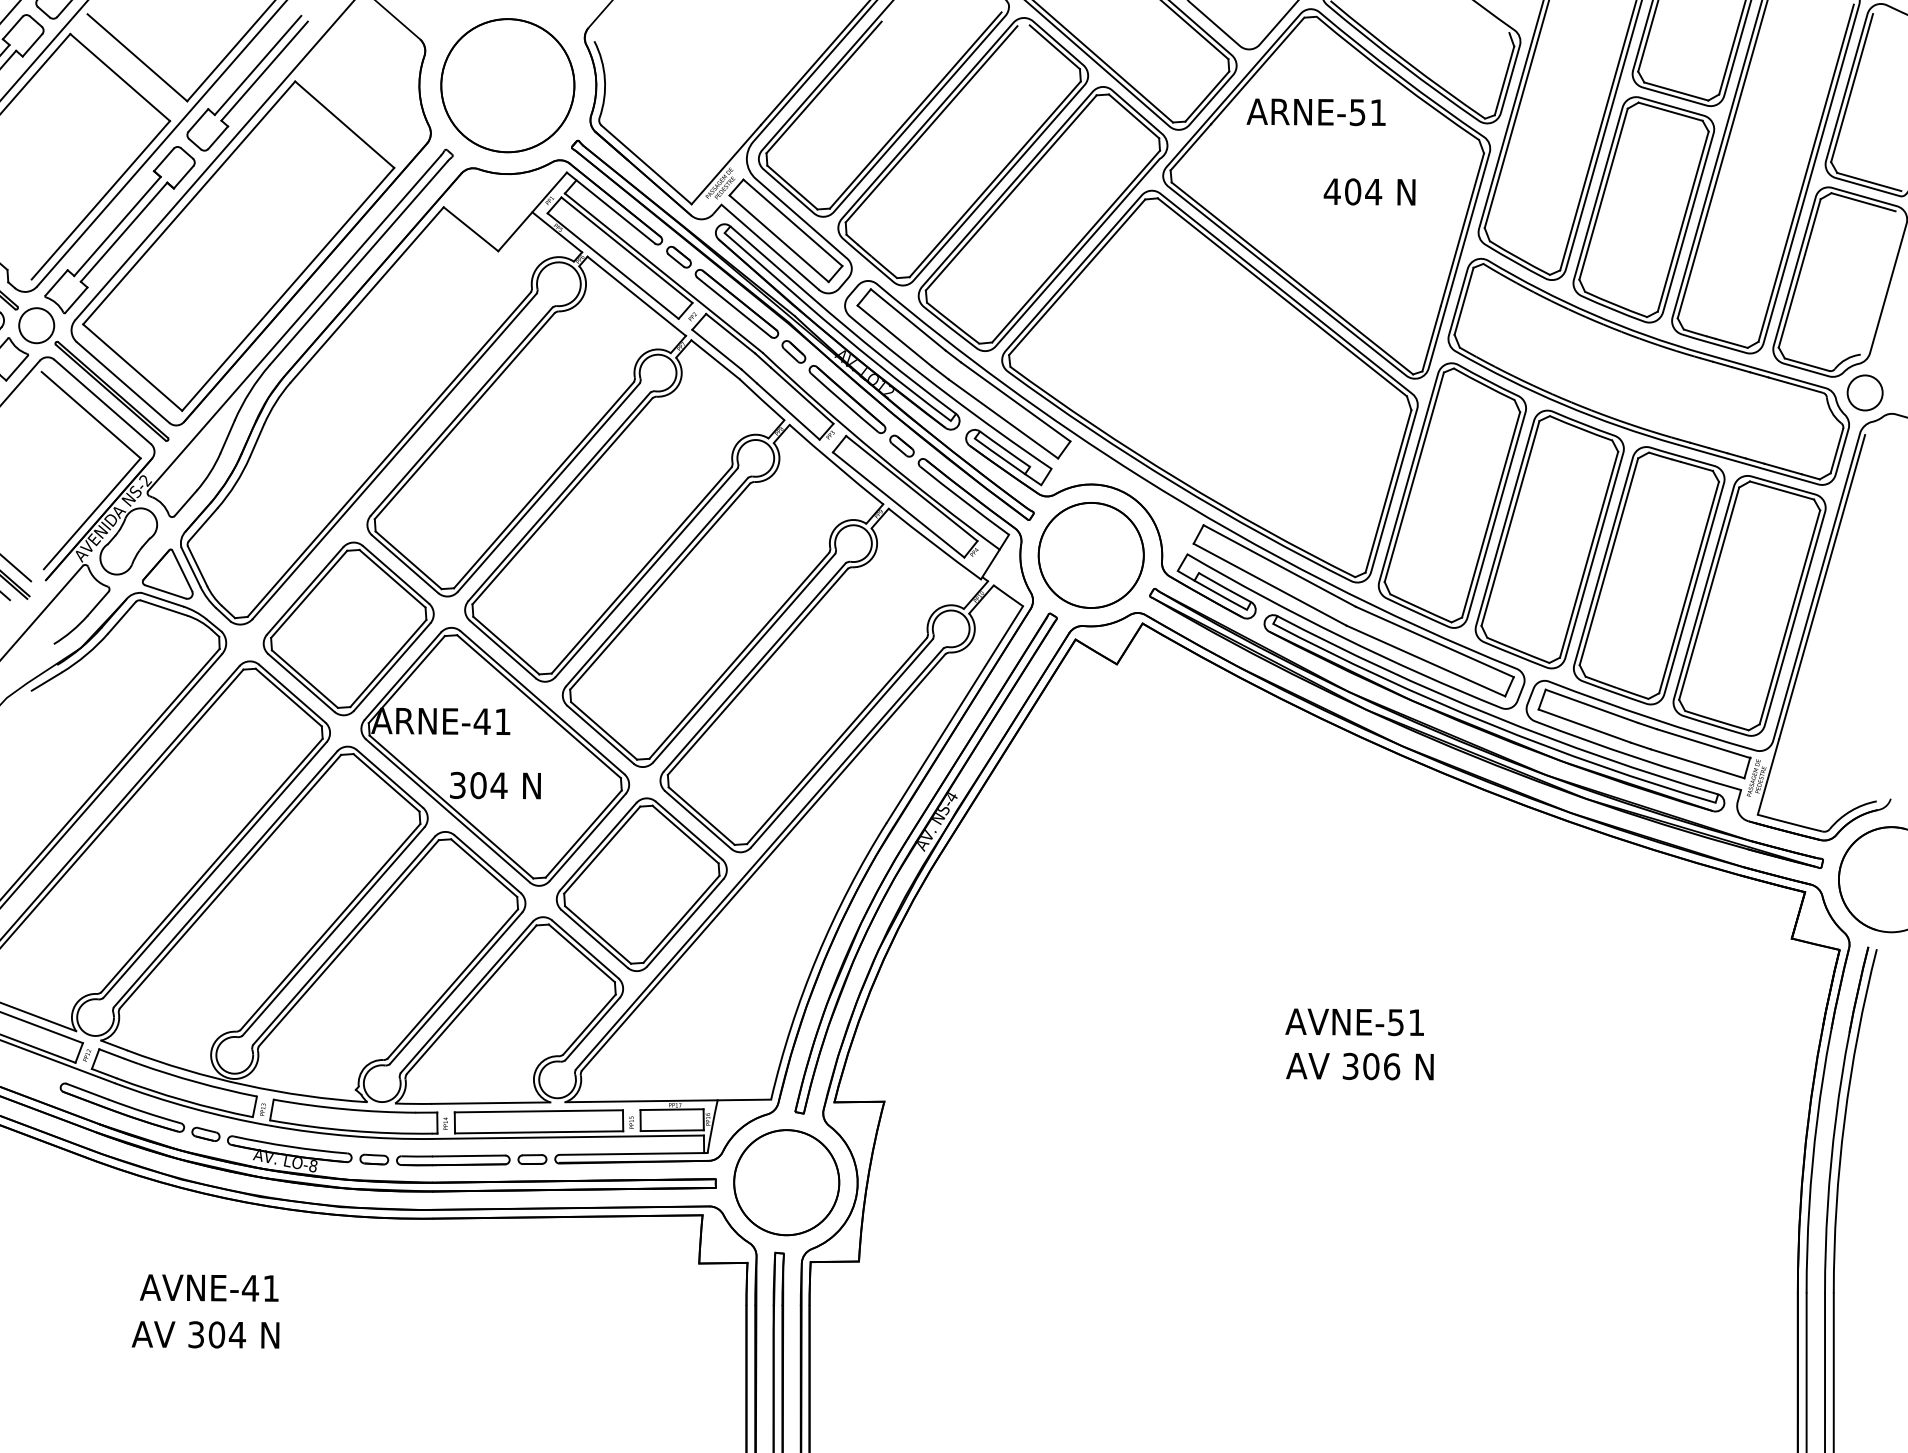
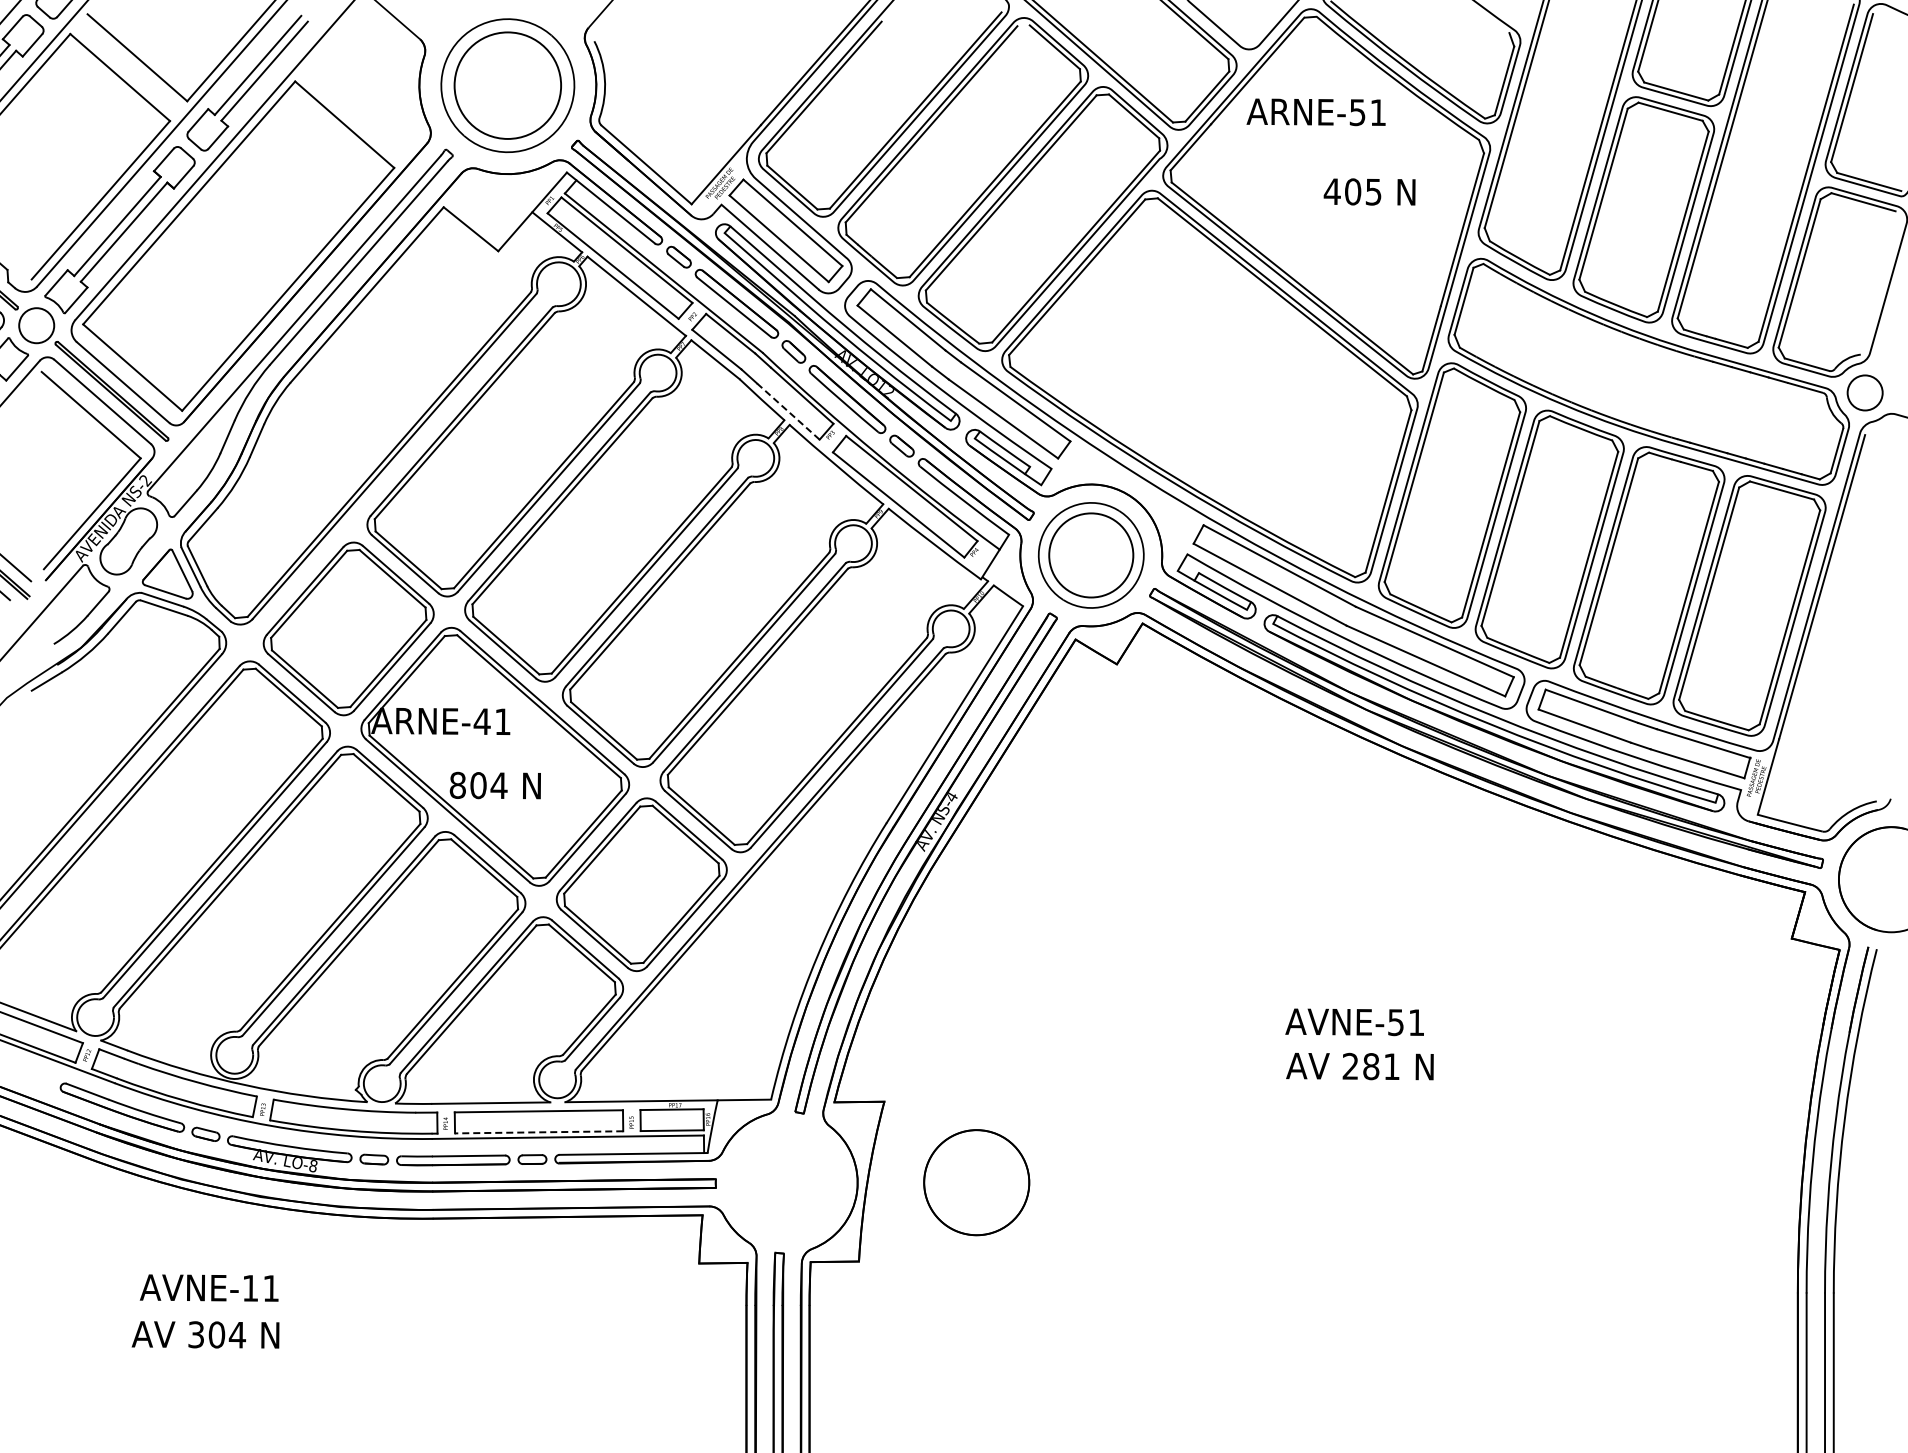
circle at (507, 85) diameter: 133 px -> 107 px
text at (1373, 191): 404 -> 405
line at (788, 411): solid -> dashed
circle at (1090, 555) diameter: 105 px -> 84 px
text at (457, 785): 304 -> 804
text at (1371, 1066): 306 -> 281
line at (538, 1132): solid -> dashed
circle at (786, 1182) position: (786, 1182) -> (976, 1182)
text at (250, 1288): AVNE-41 -> AVNE-11
